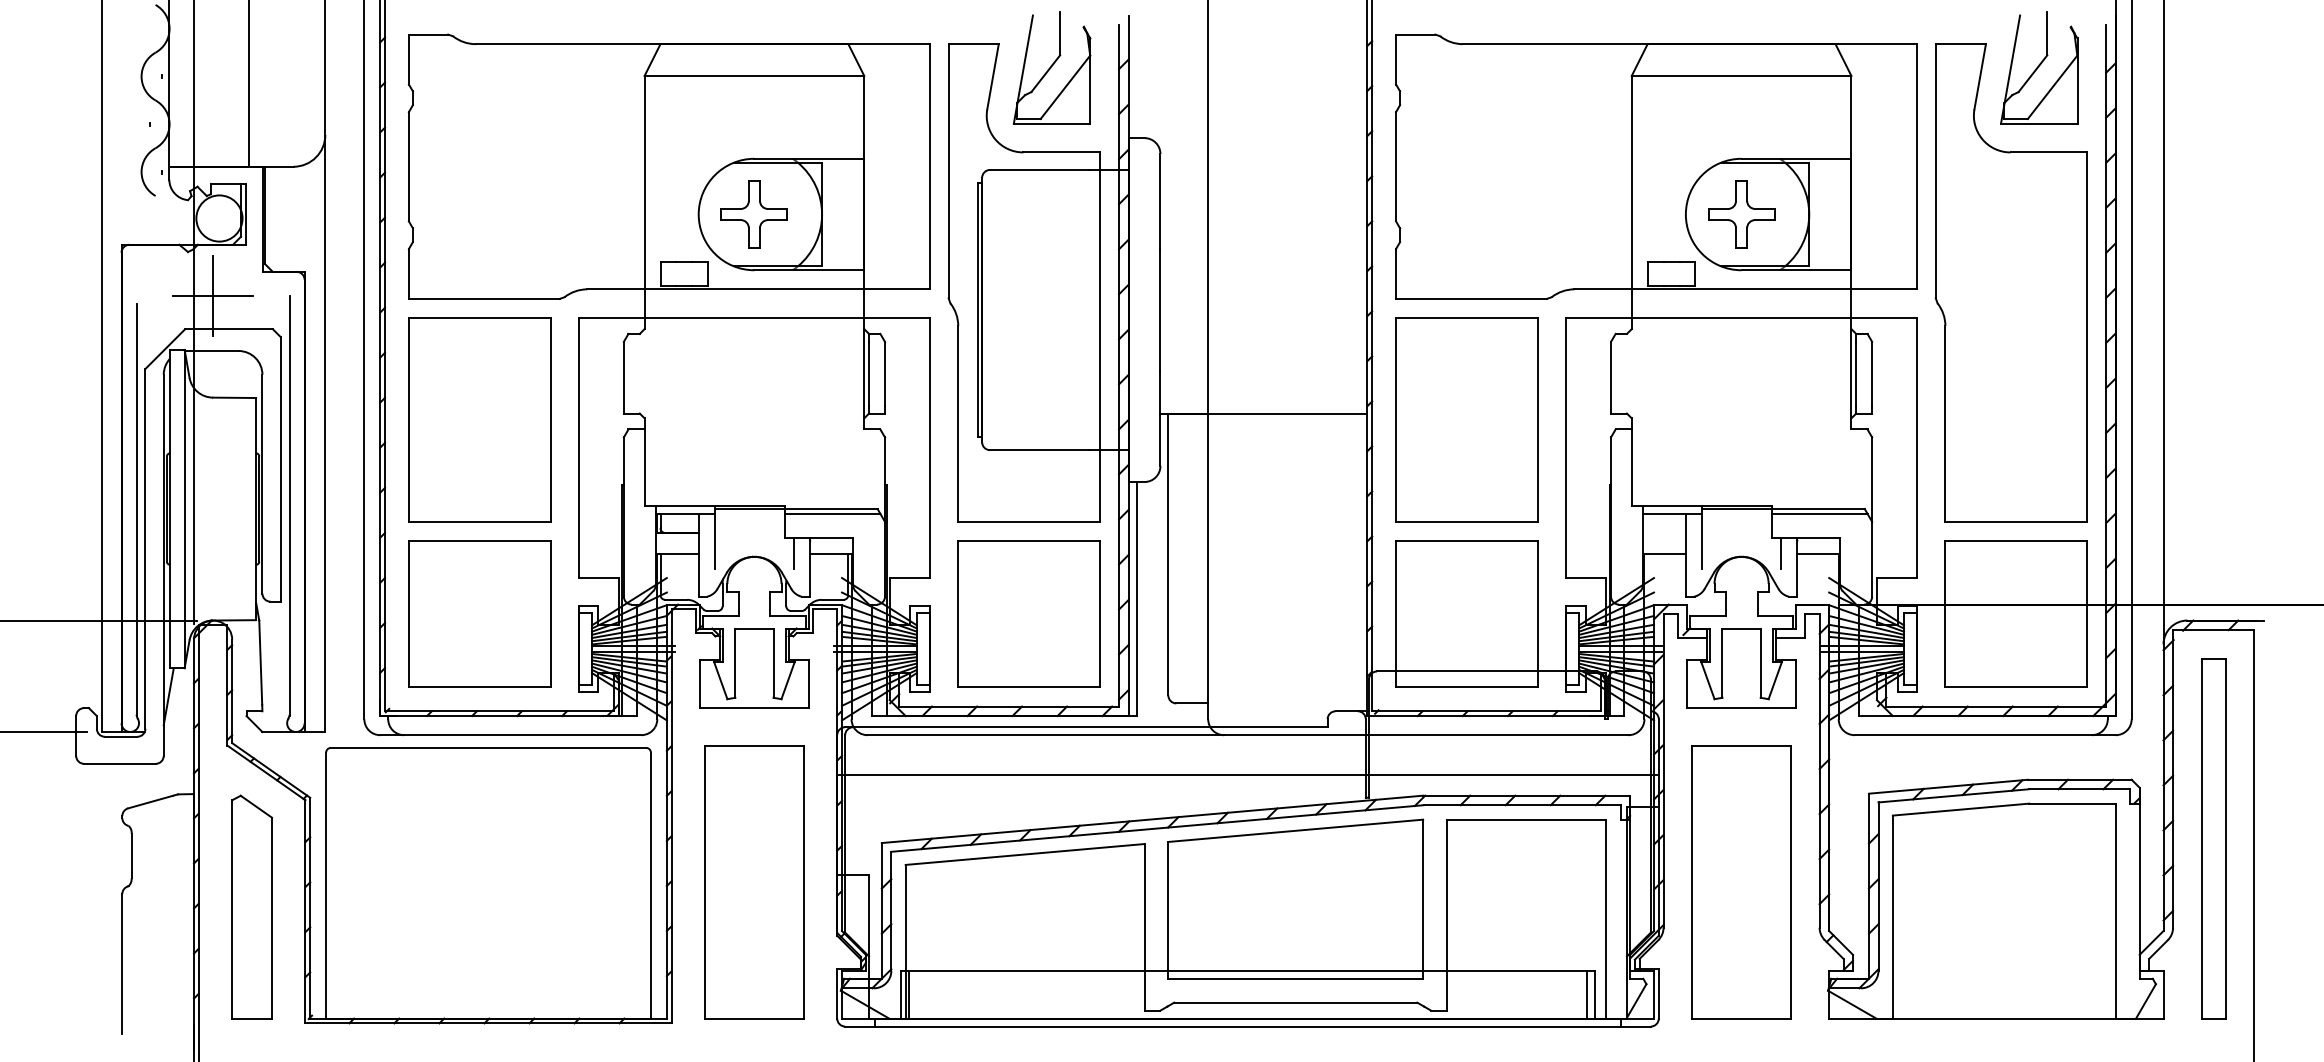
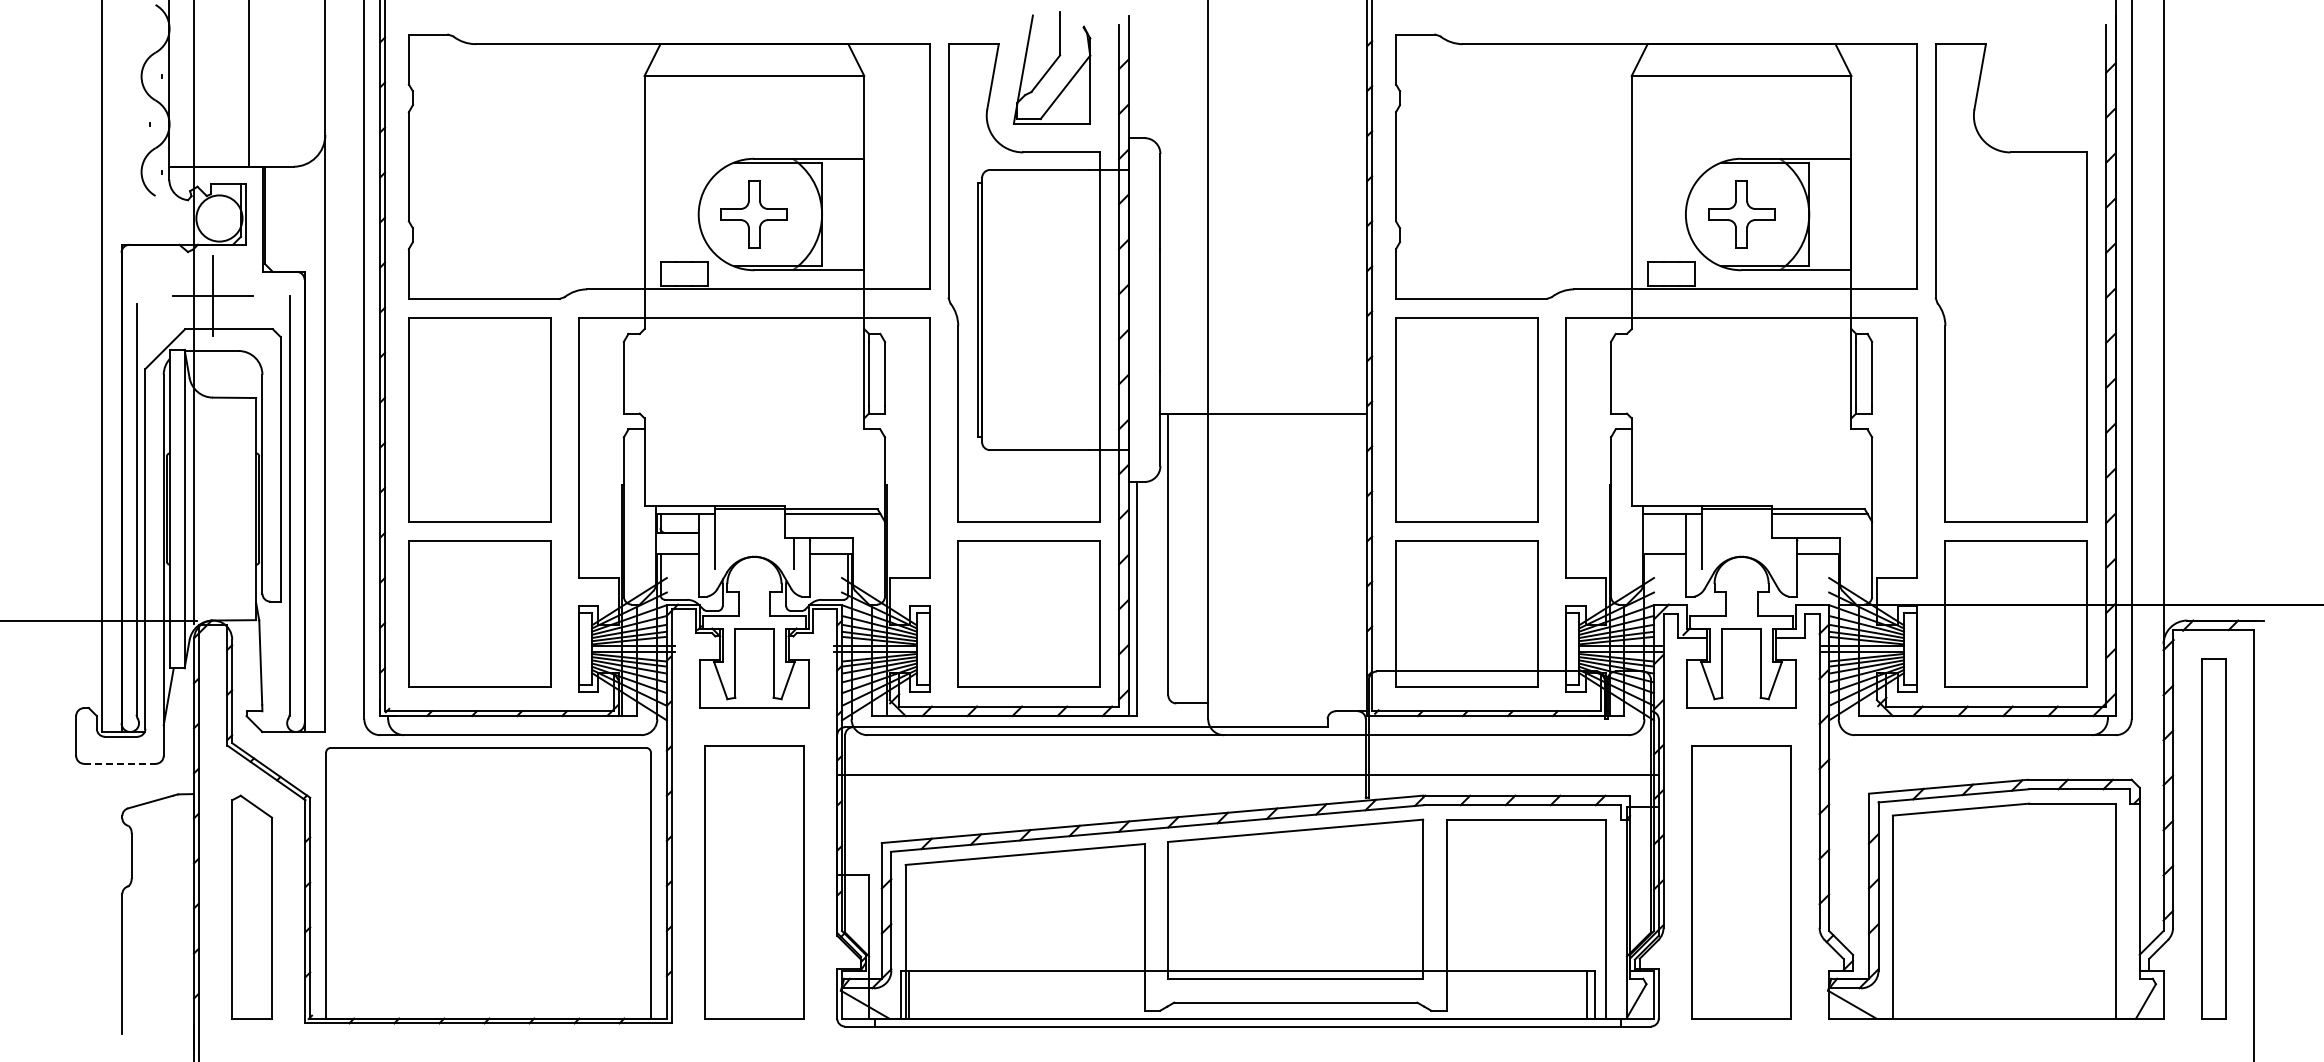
part at (2039, 67): present -> none
line at (1781, 553): present -> none
line at (44, 731): present -> none
line at (119, 763): solid -> dashed
